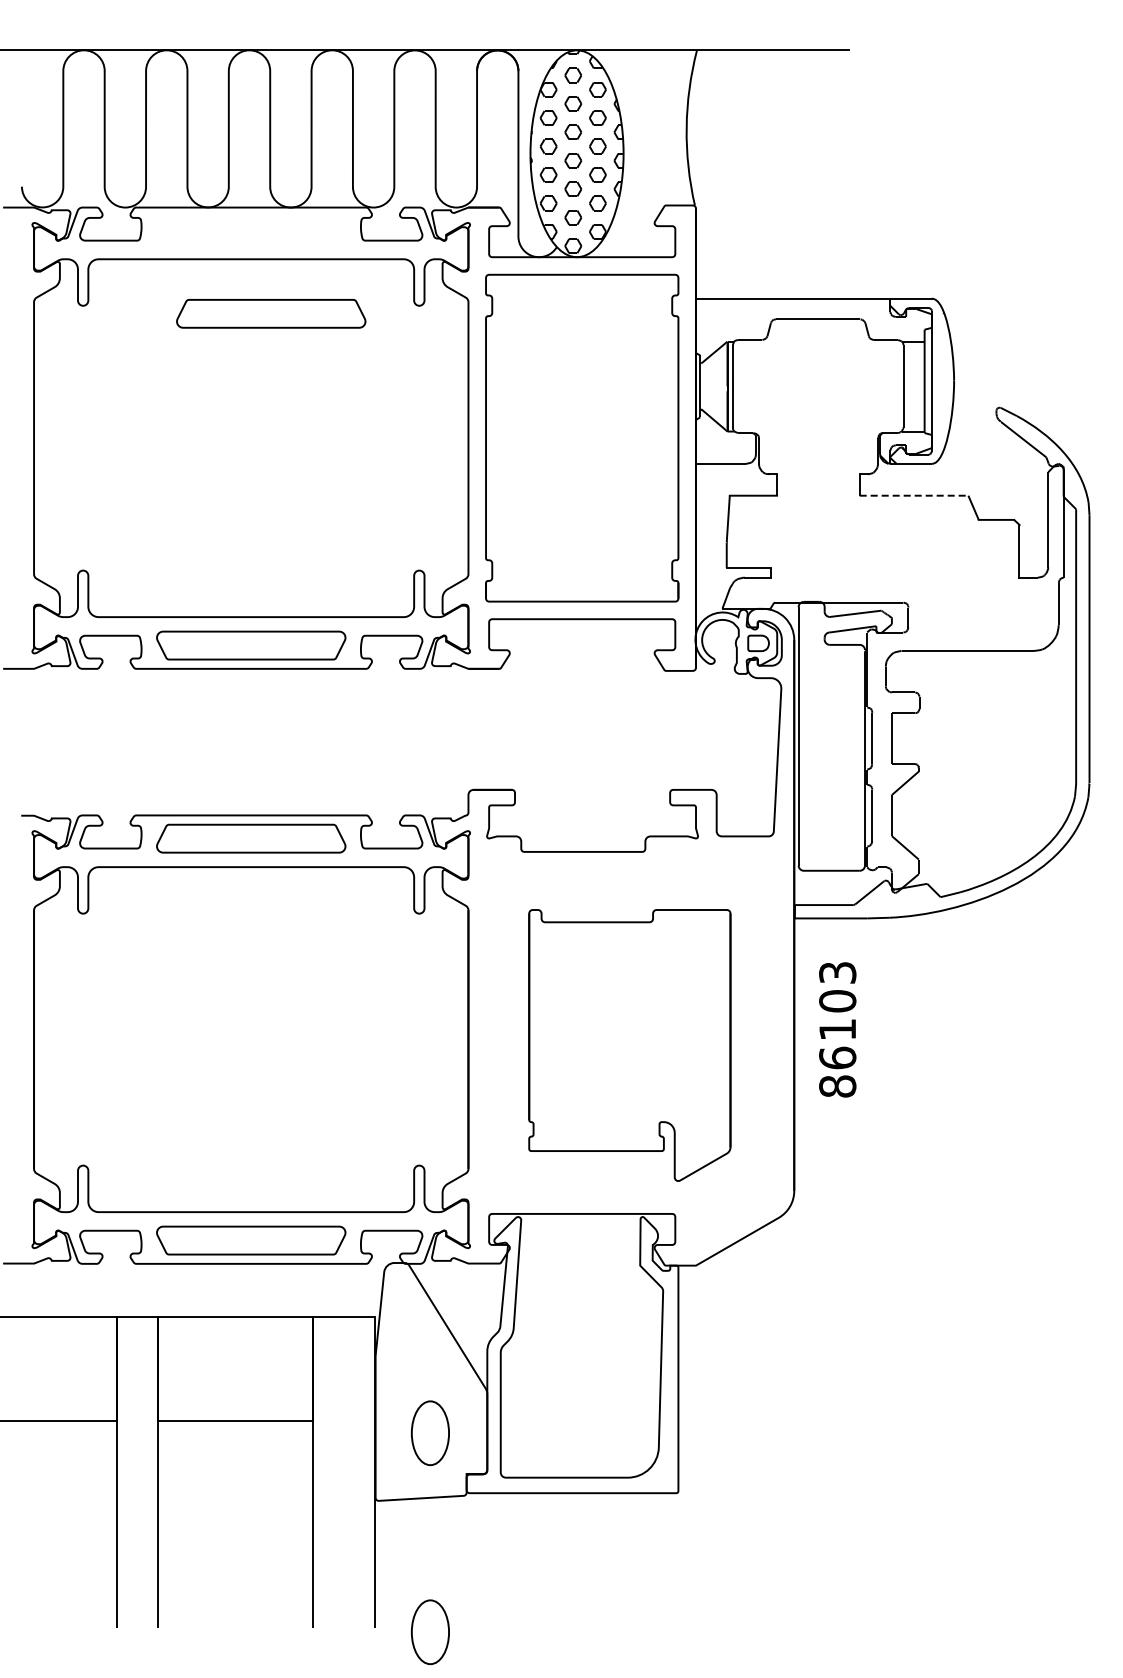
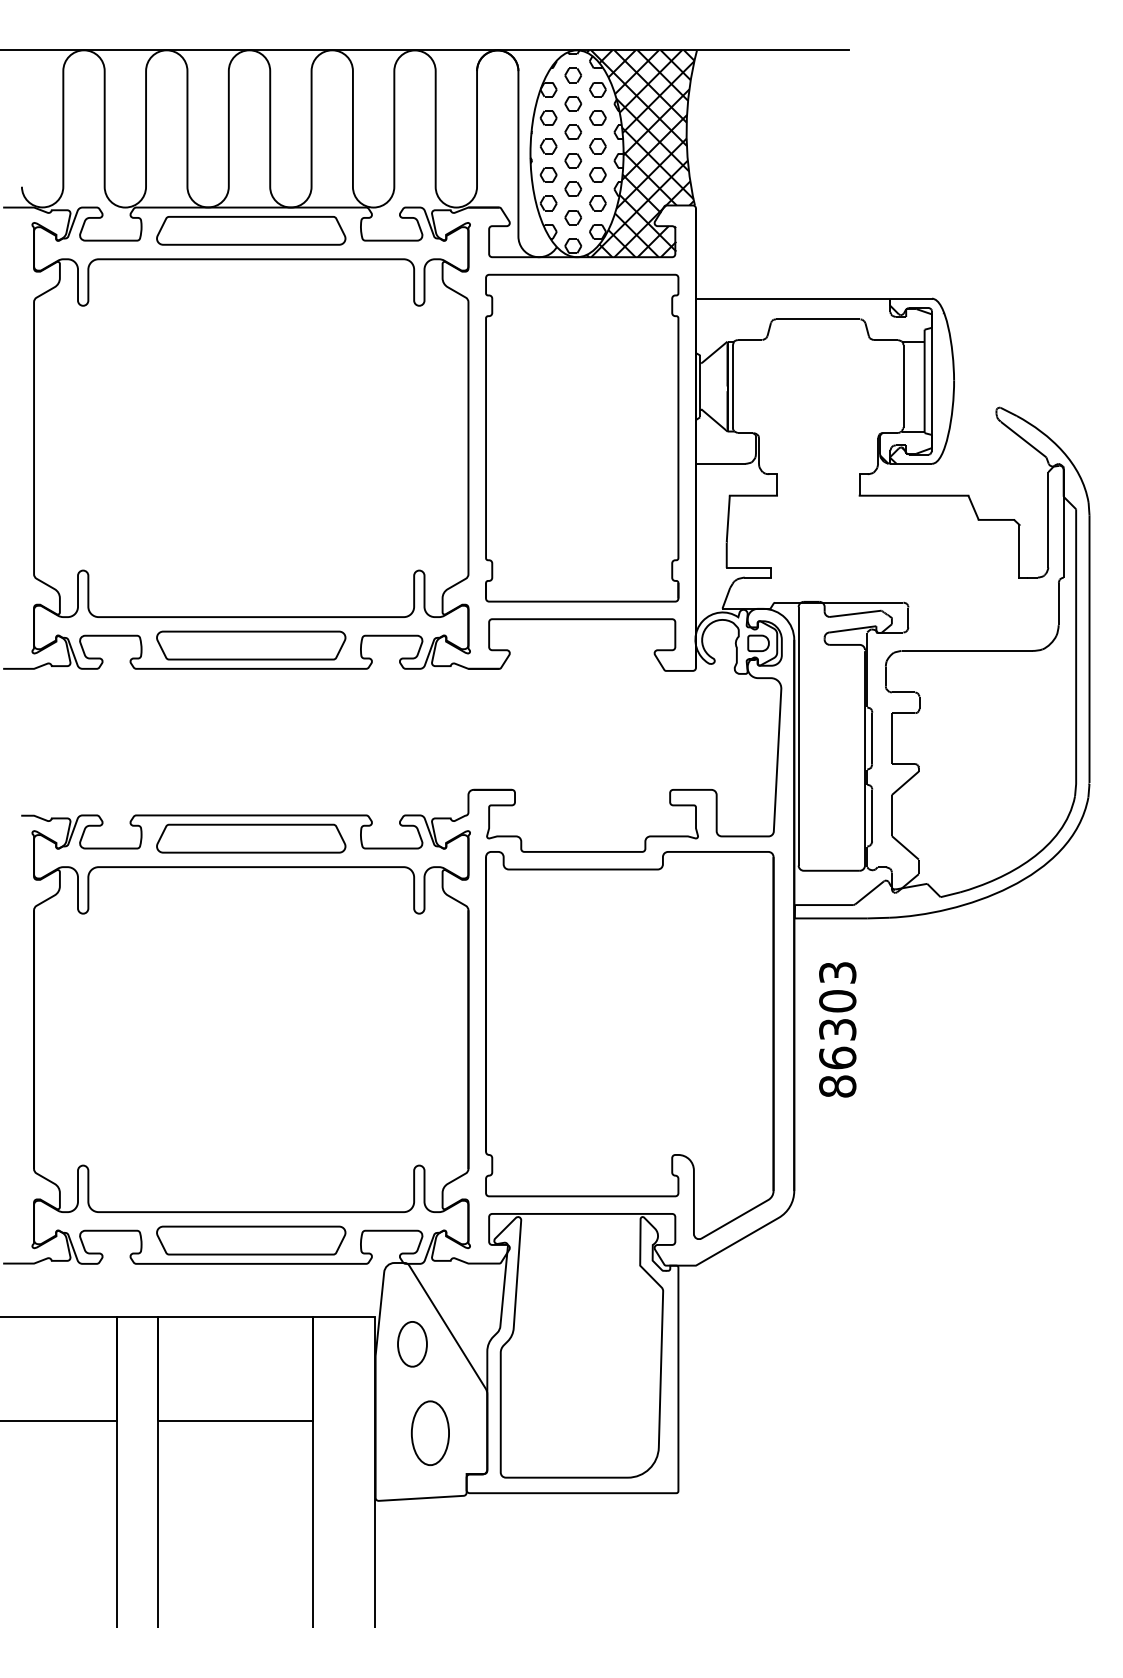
hatch at (640, 153): none -> present
curve at (271, 300) position: (271, 300) -> (251, 217)
line at (914, 495): dashed -> solid
text at (837, 1029): 86103 -> 86303
part at (629, 1045) size: 204x273 px -> 290x389 px
part at (412, 1344): none -> present
part at (429, 1631): present -> none
